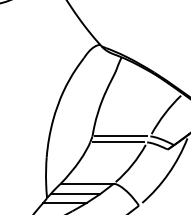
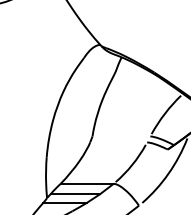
line at (121, 136): present -> none
line at (118, 142): present -> none
